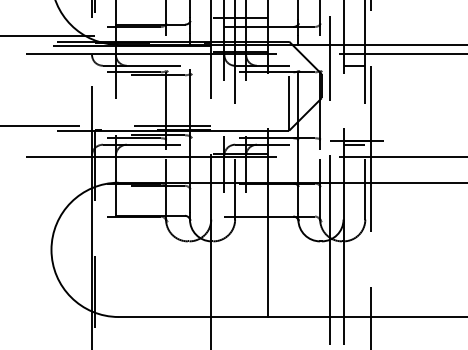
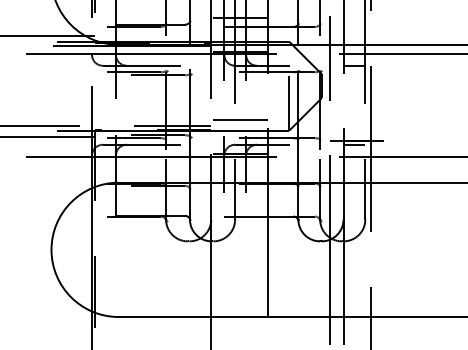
line at (239, 119): none -> present
line at (48, 136): none -> present
